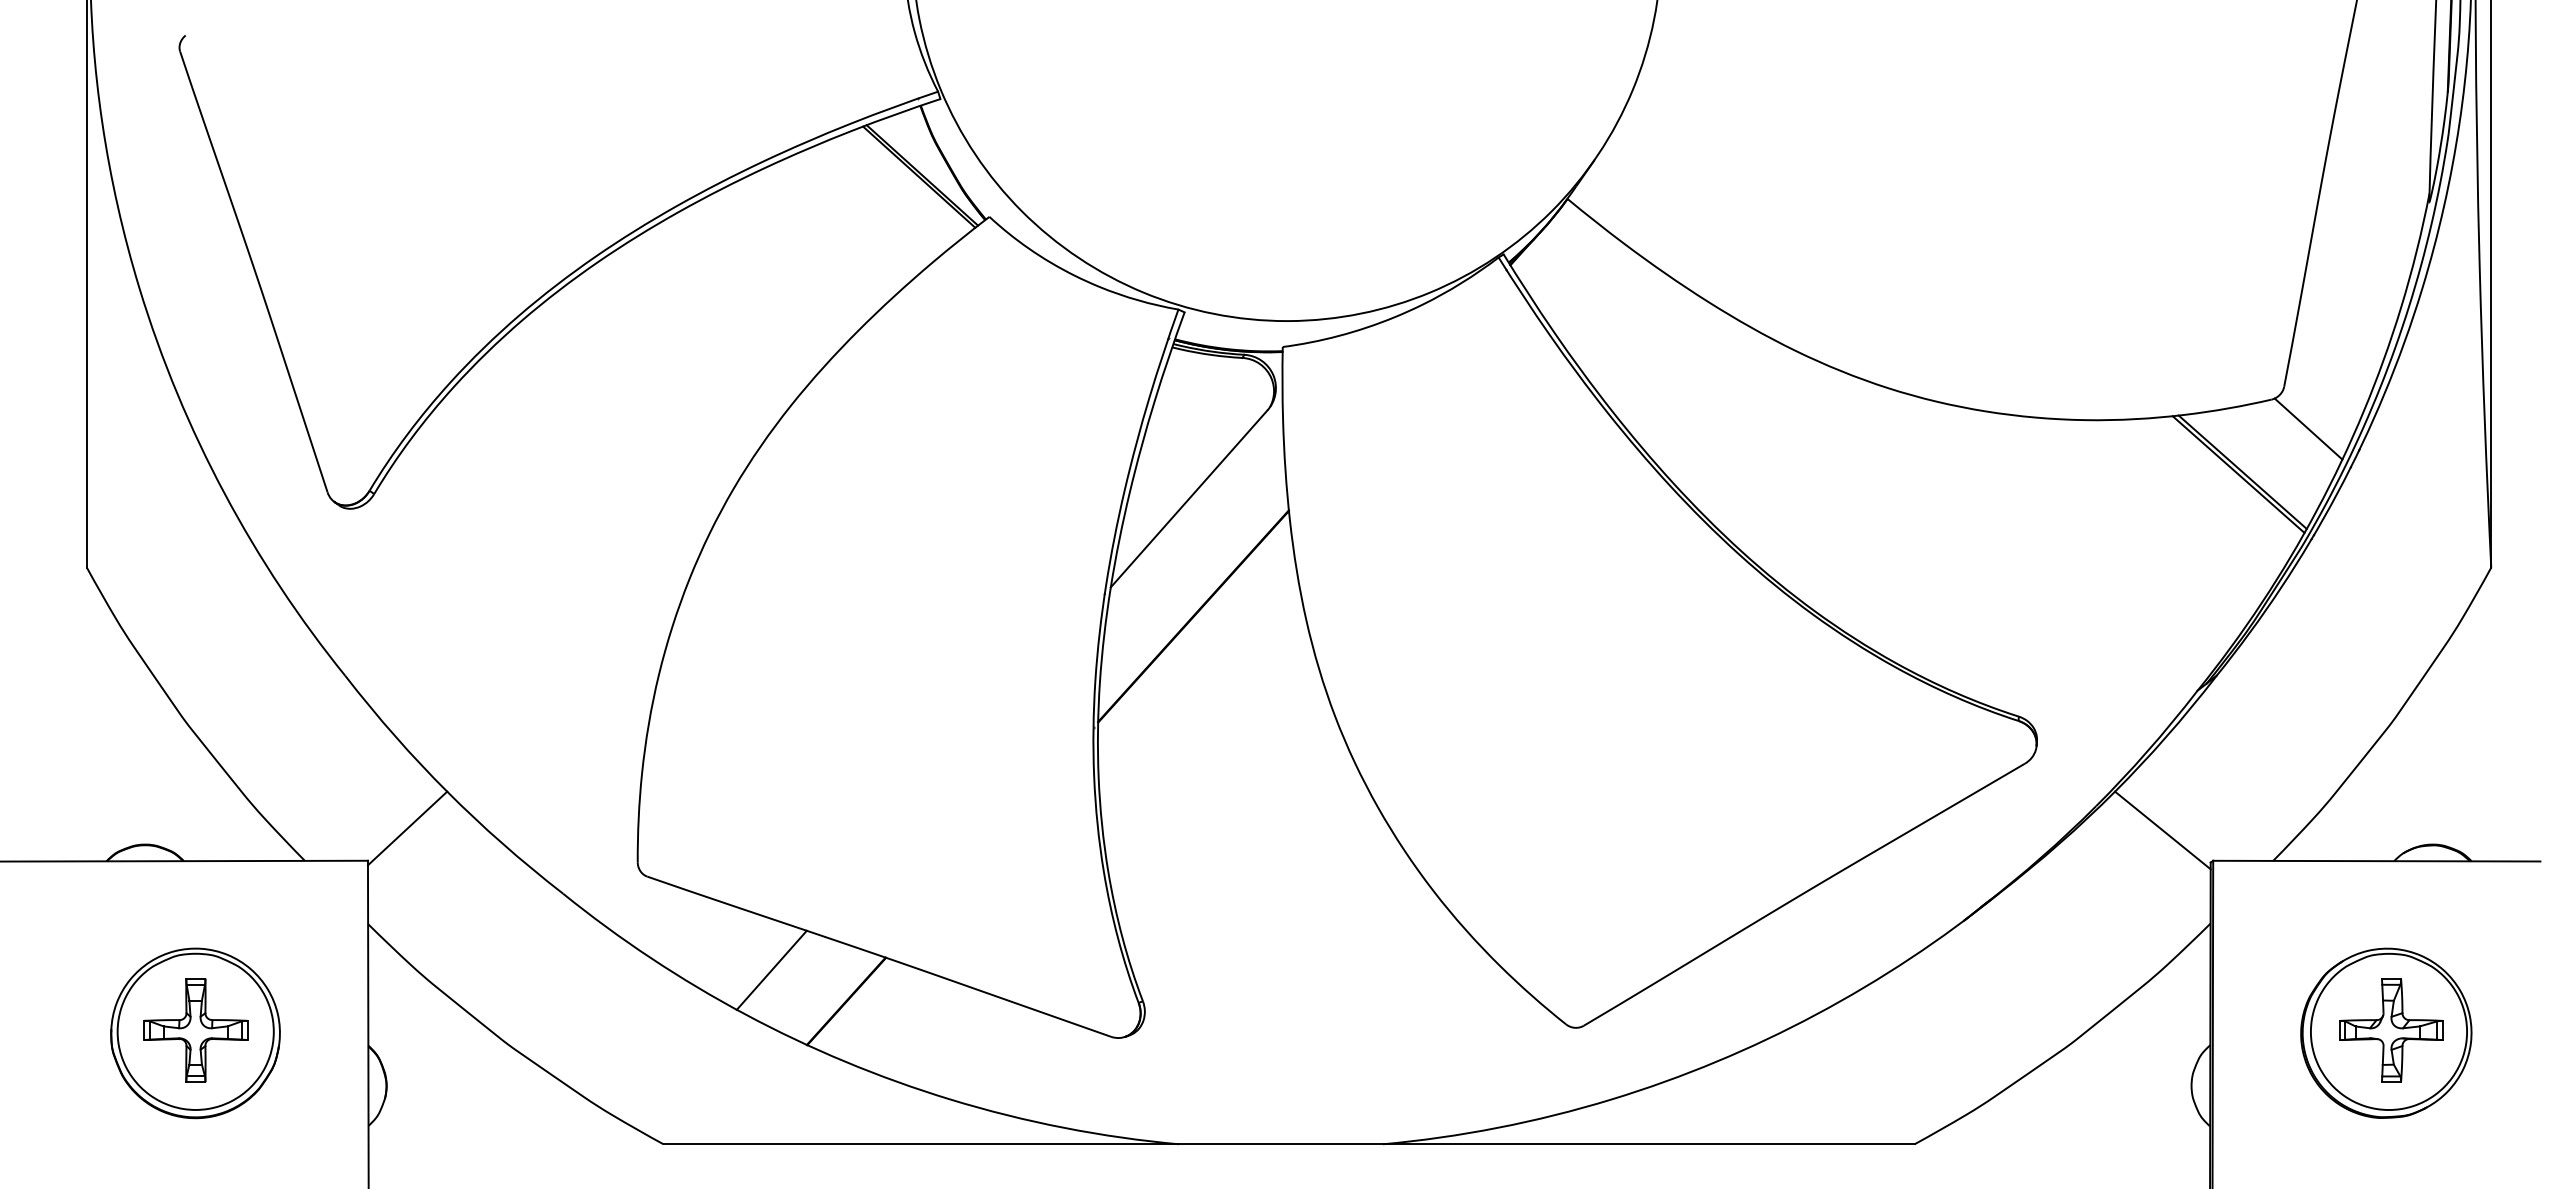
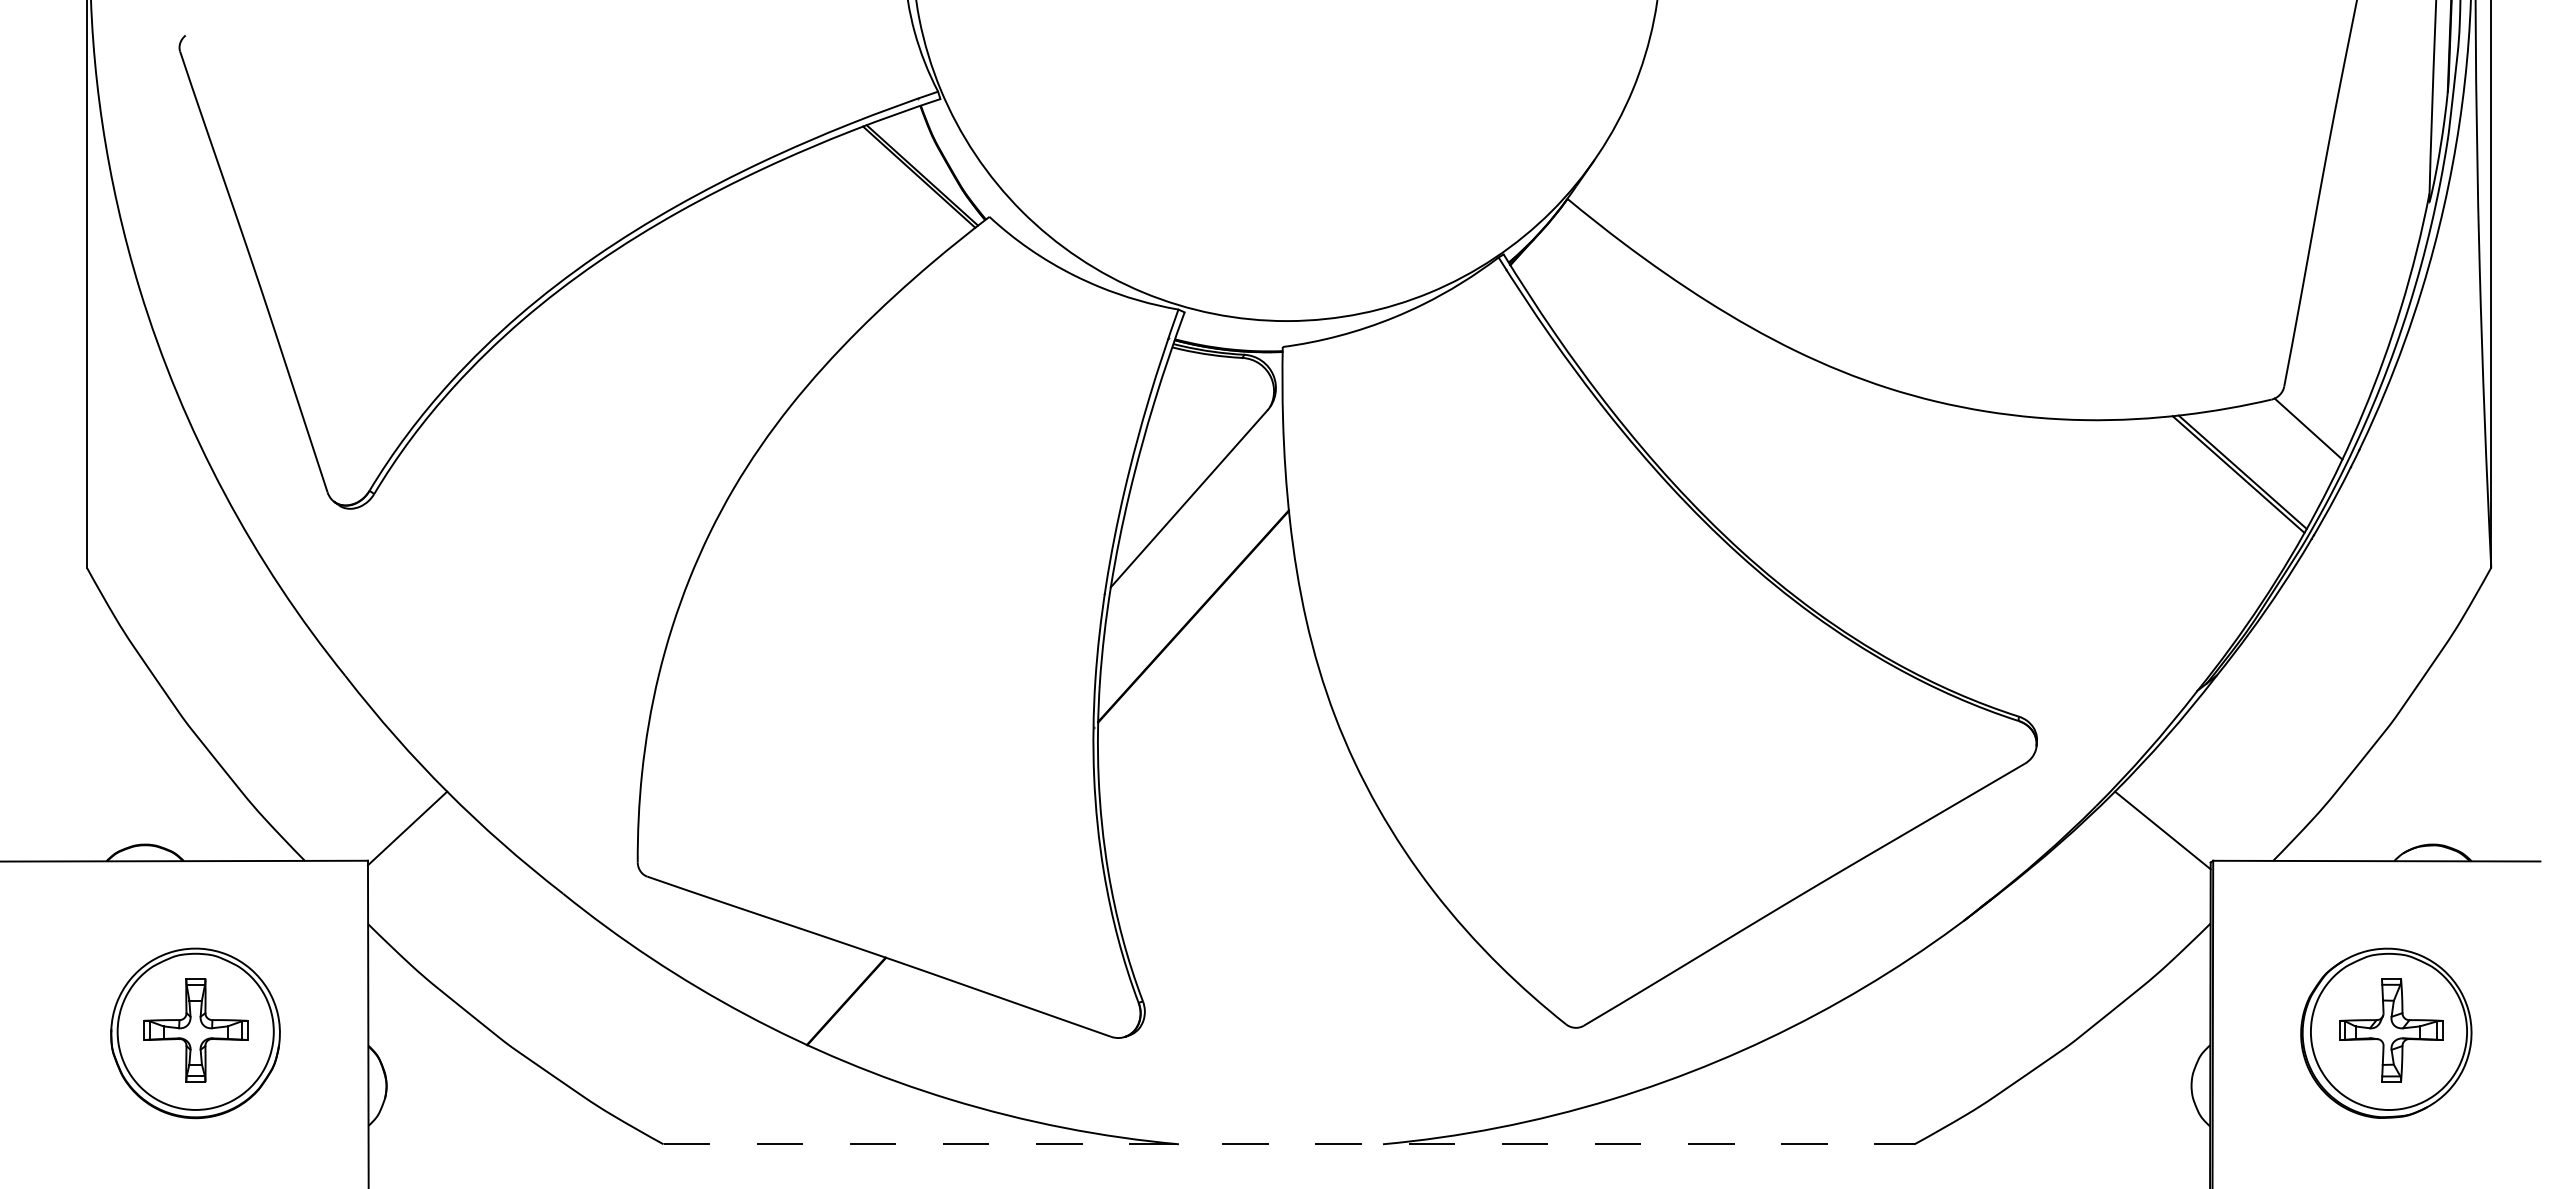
line at (771, 969): present -> none
line at (1289, 1144): solid -> dashed
